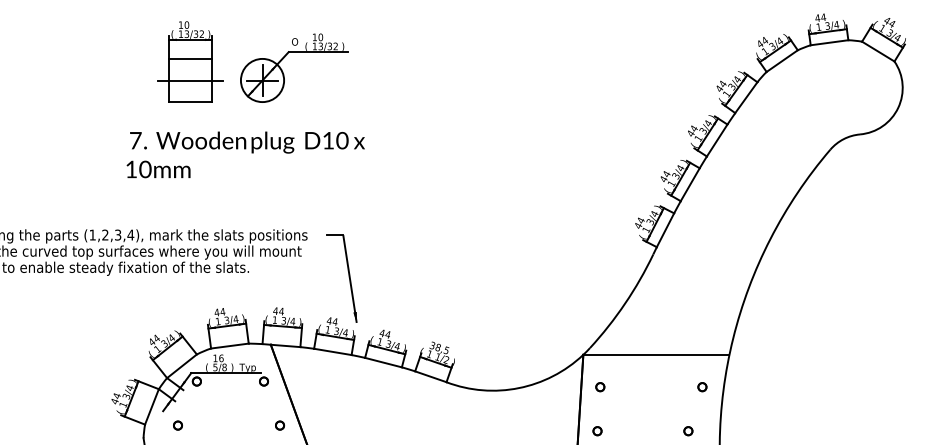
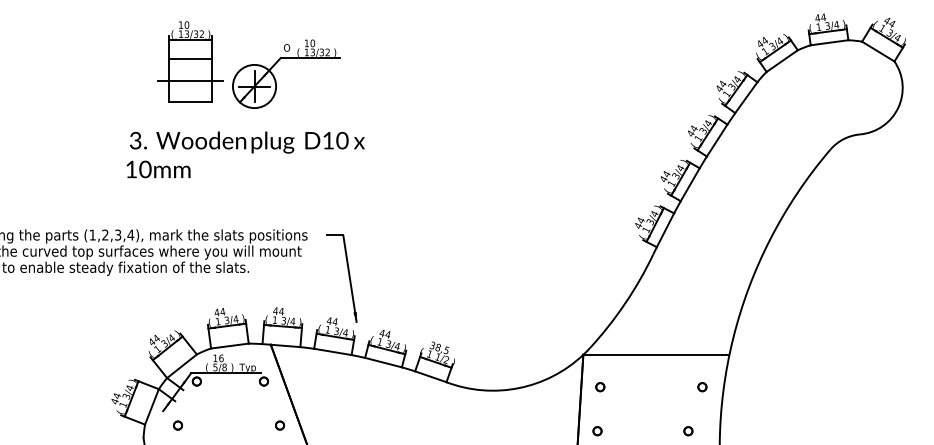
part at (283, 71) position: (283, 71) -> (275, 77)
text at (135, 140): 7. -> 3.
